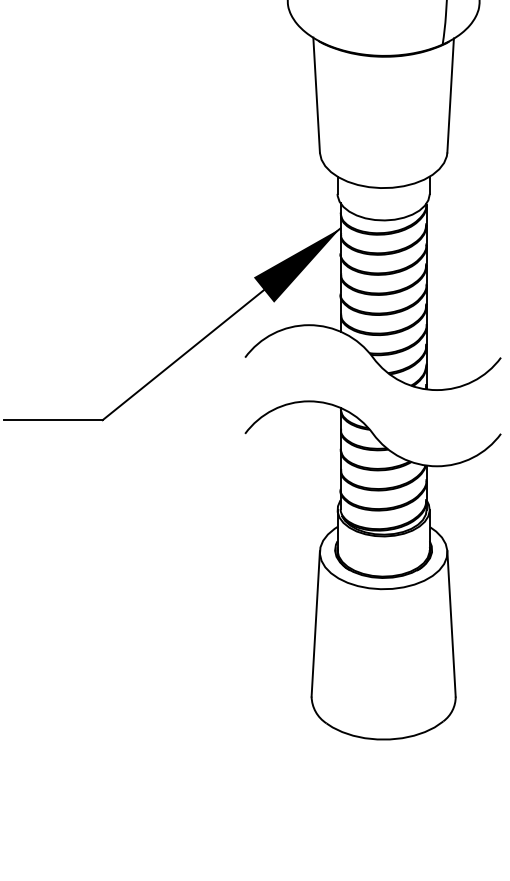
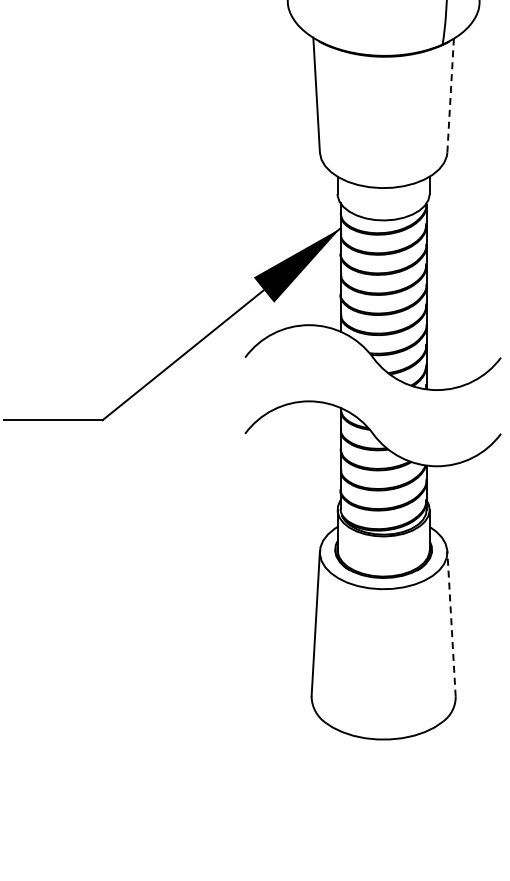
line at (450, 95): solid -> dashed
line at (451, 623): solid -> dashed
